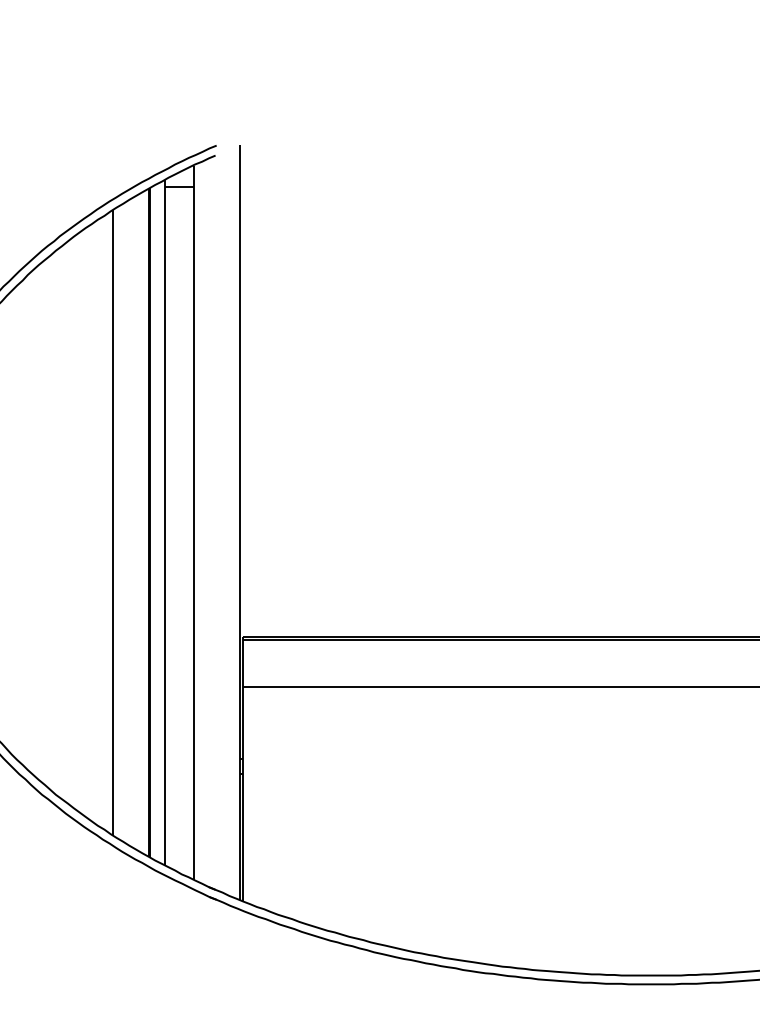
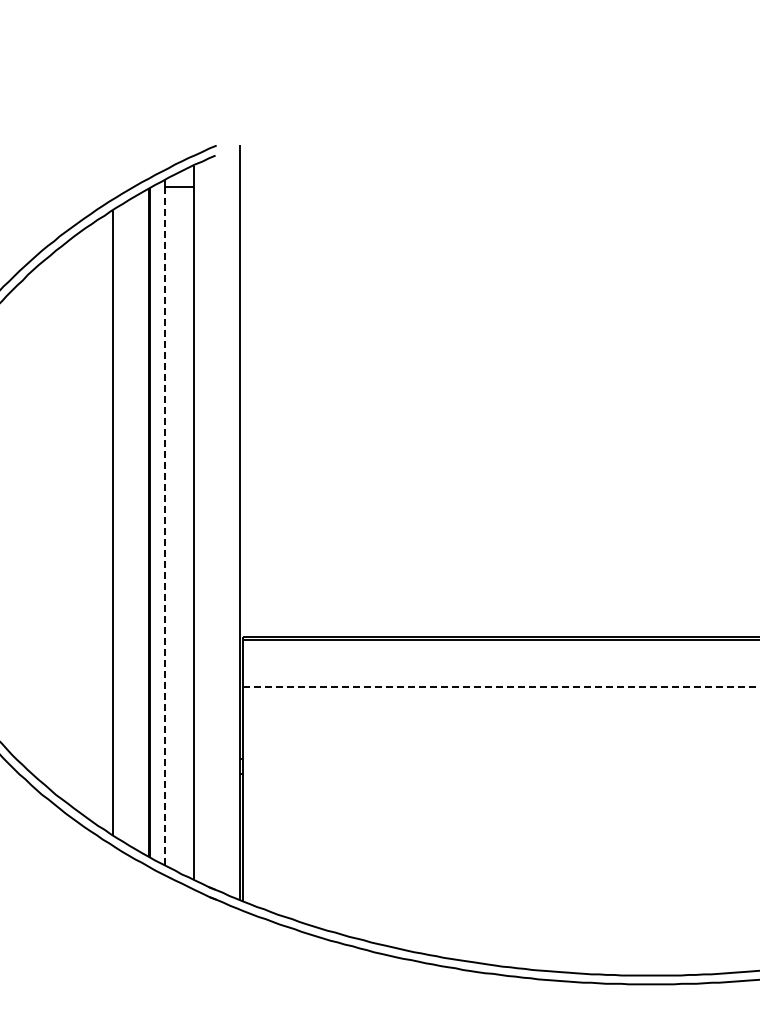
line at (164, 526): solid -> dashed
line at (501, 686): solid -> dashed
